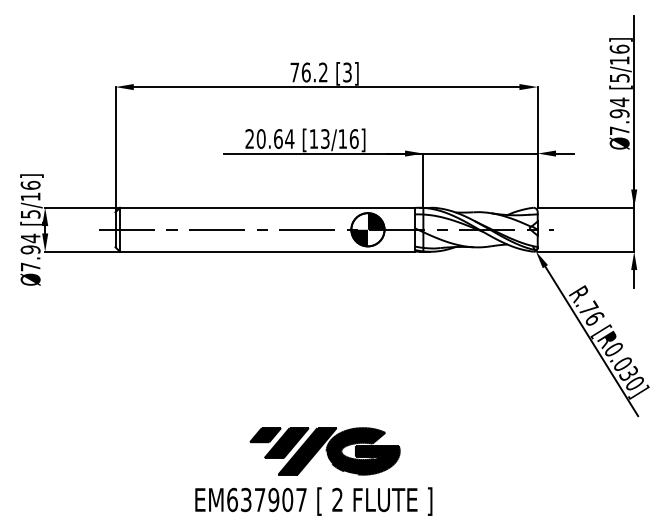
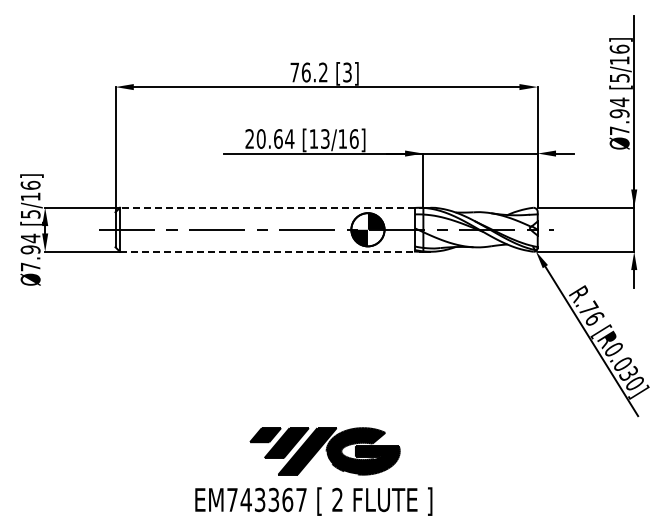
line at (266, 207): solid -> dashed
line at (267, 251): solid -> dashed
text at (260, 499): EM637907 -> EM743367
